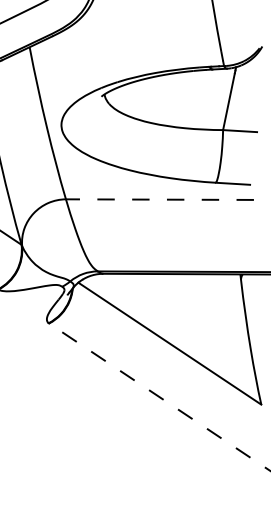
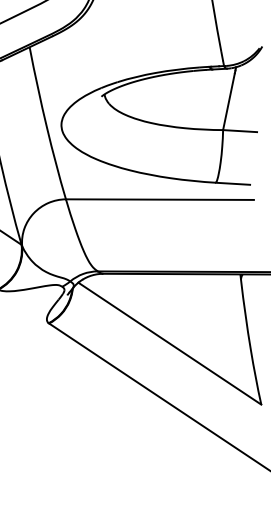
line at (159, 199): dashed -> solid
line at (159, 397): dashed -> solid
